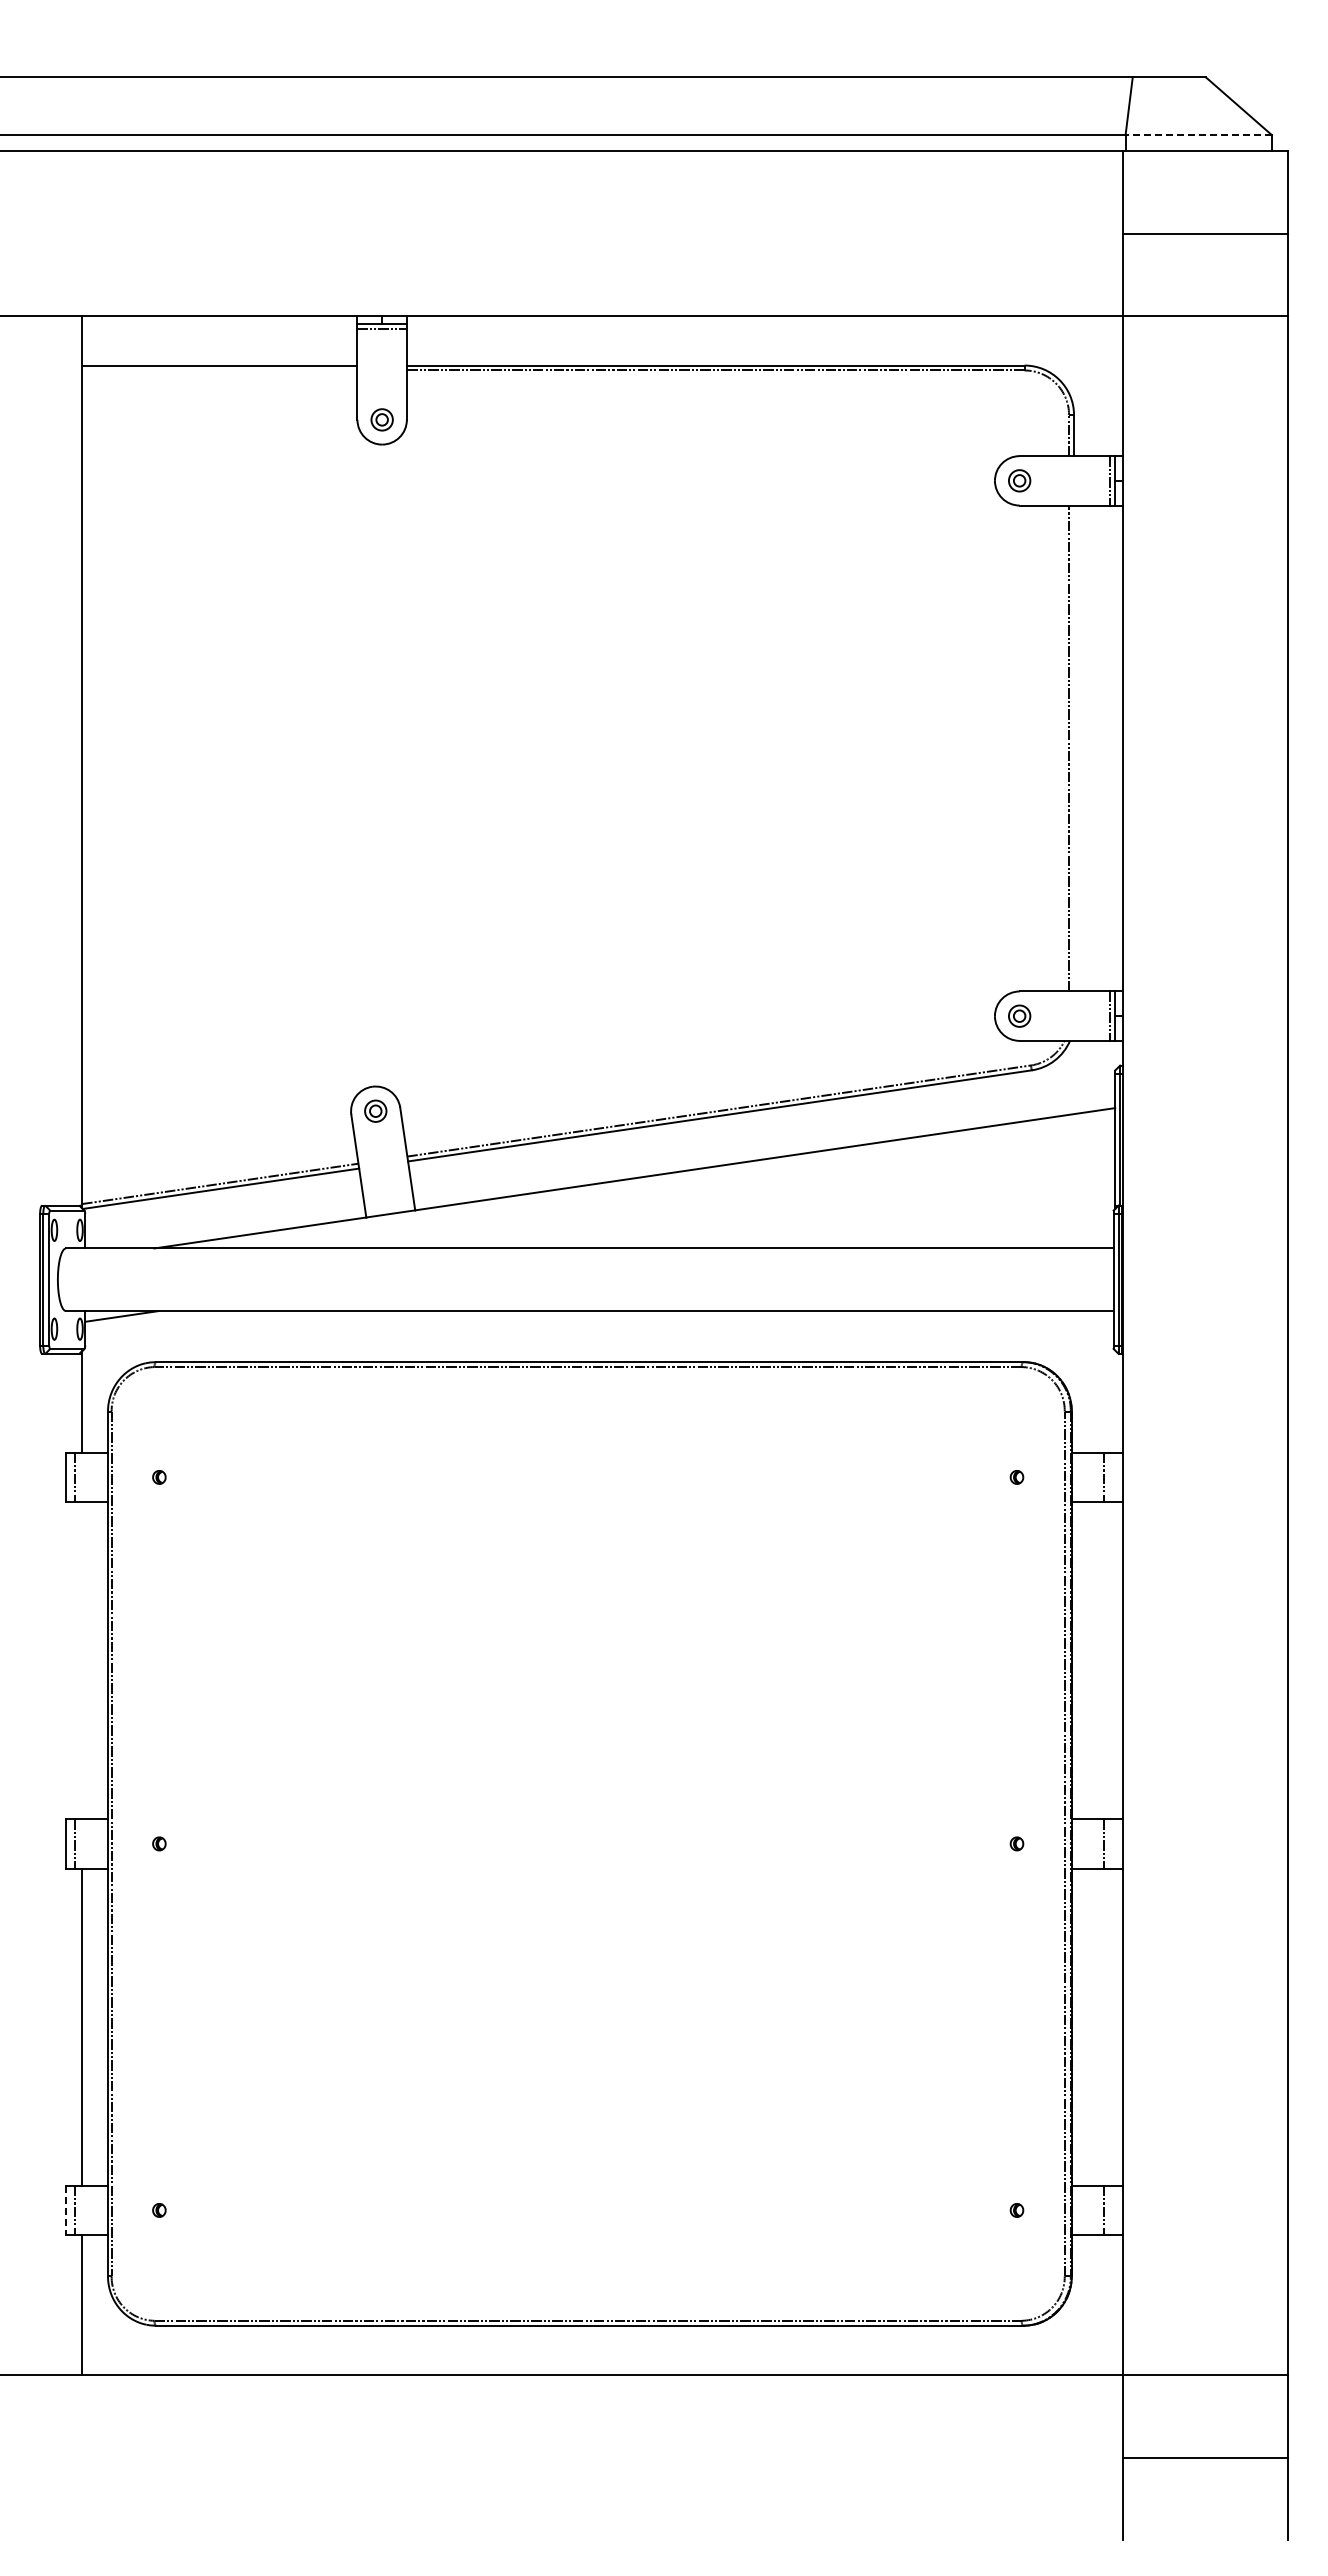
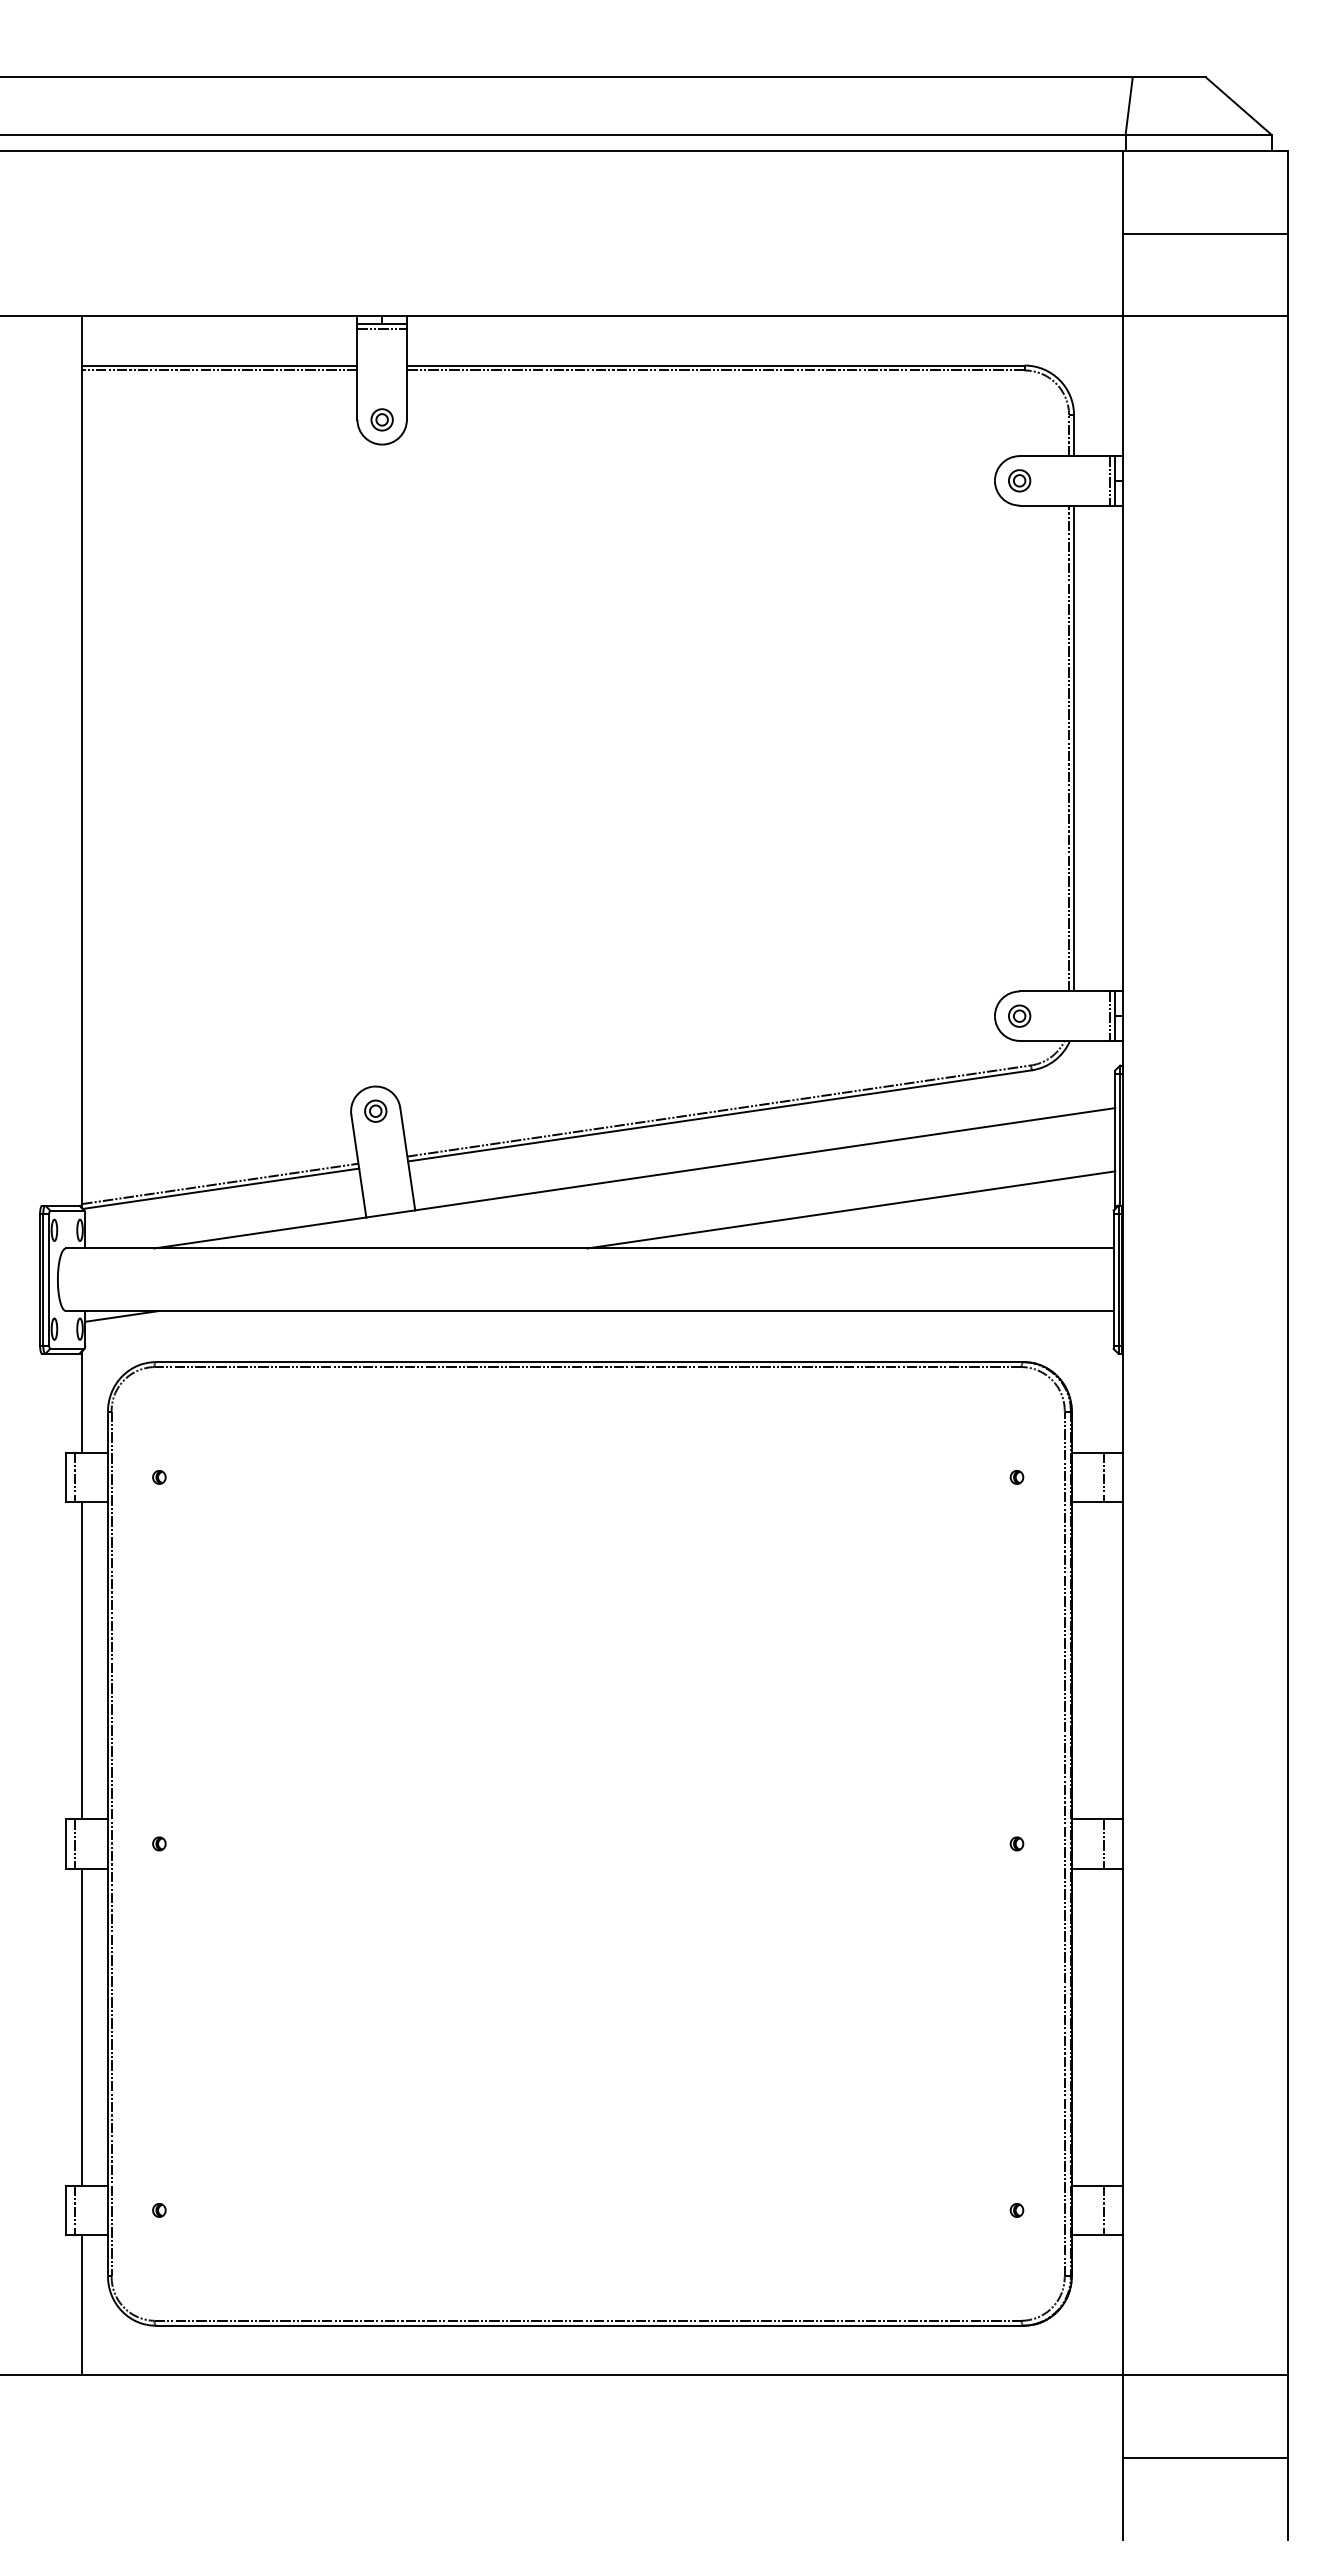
line at (1198, 134): dashed -> solid
line at (219, 370): none -> present
line at (1074, 748): none -> present
line at (851, 1209): none -> present
line at (82, 1660): none -> present
line at (65, 2210): dashed -> solid
